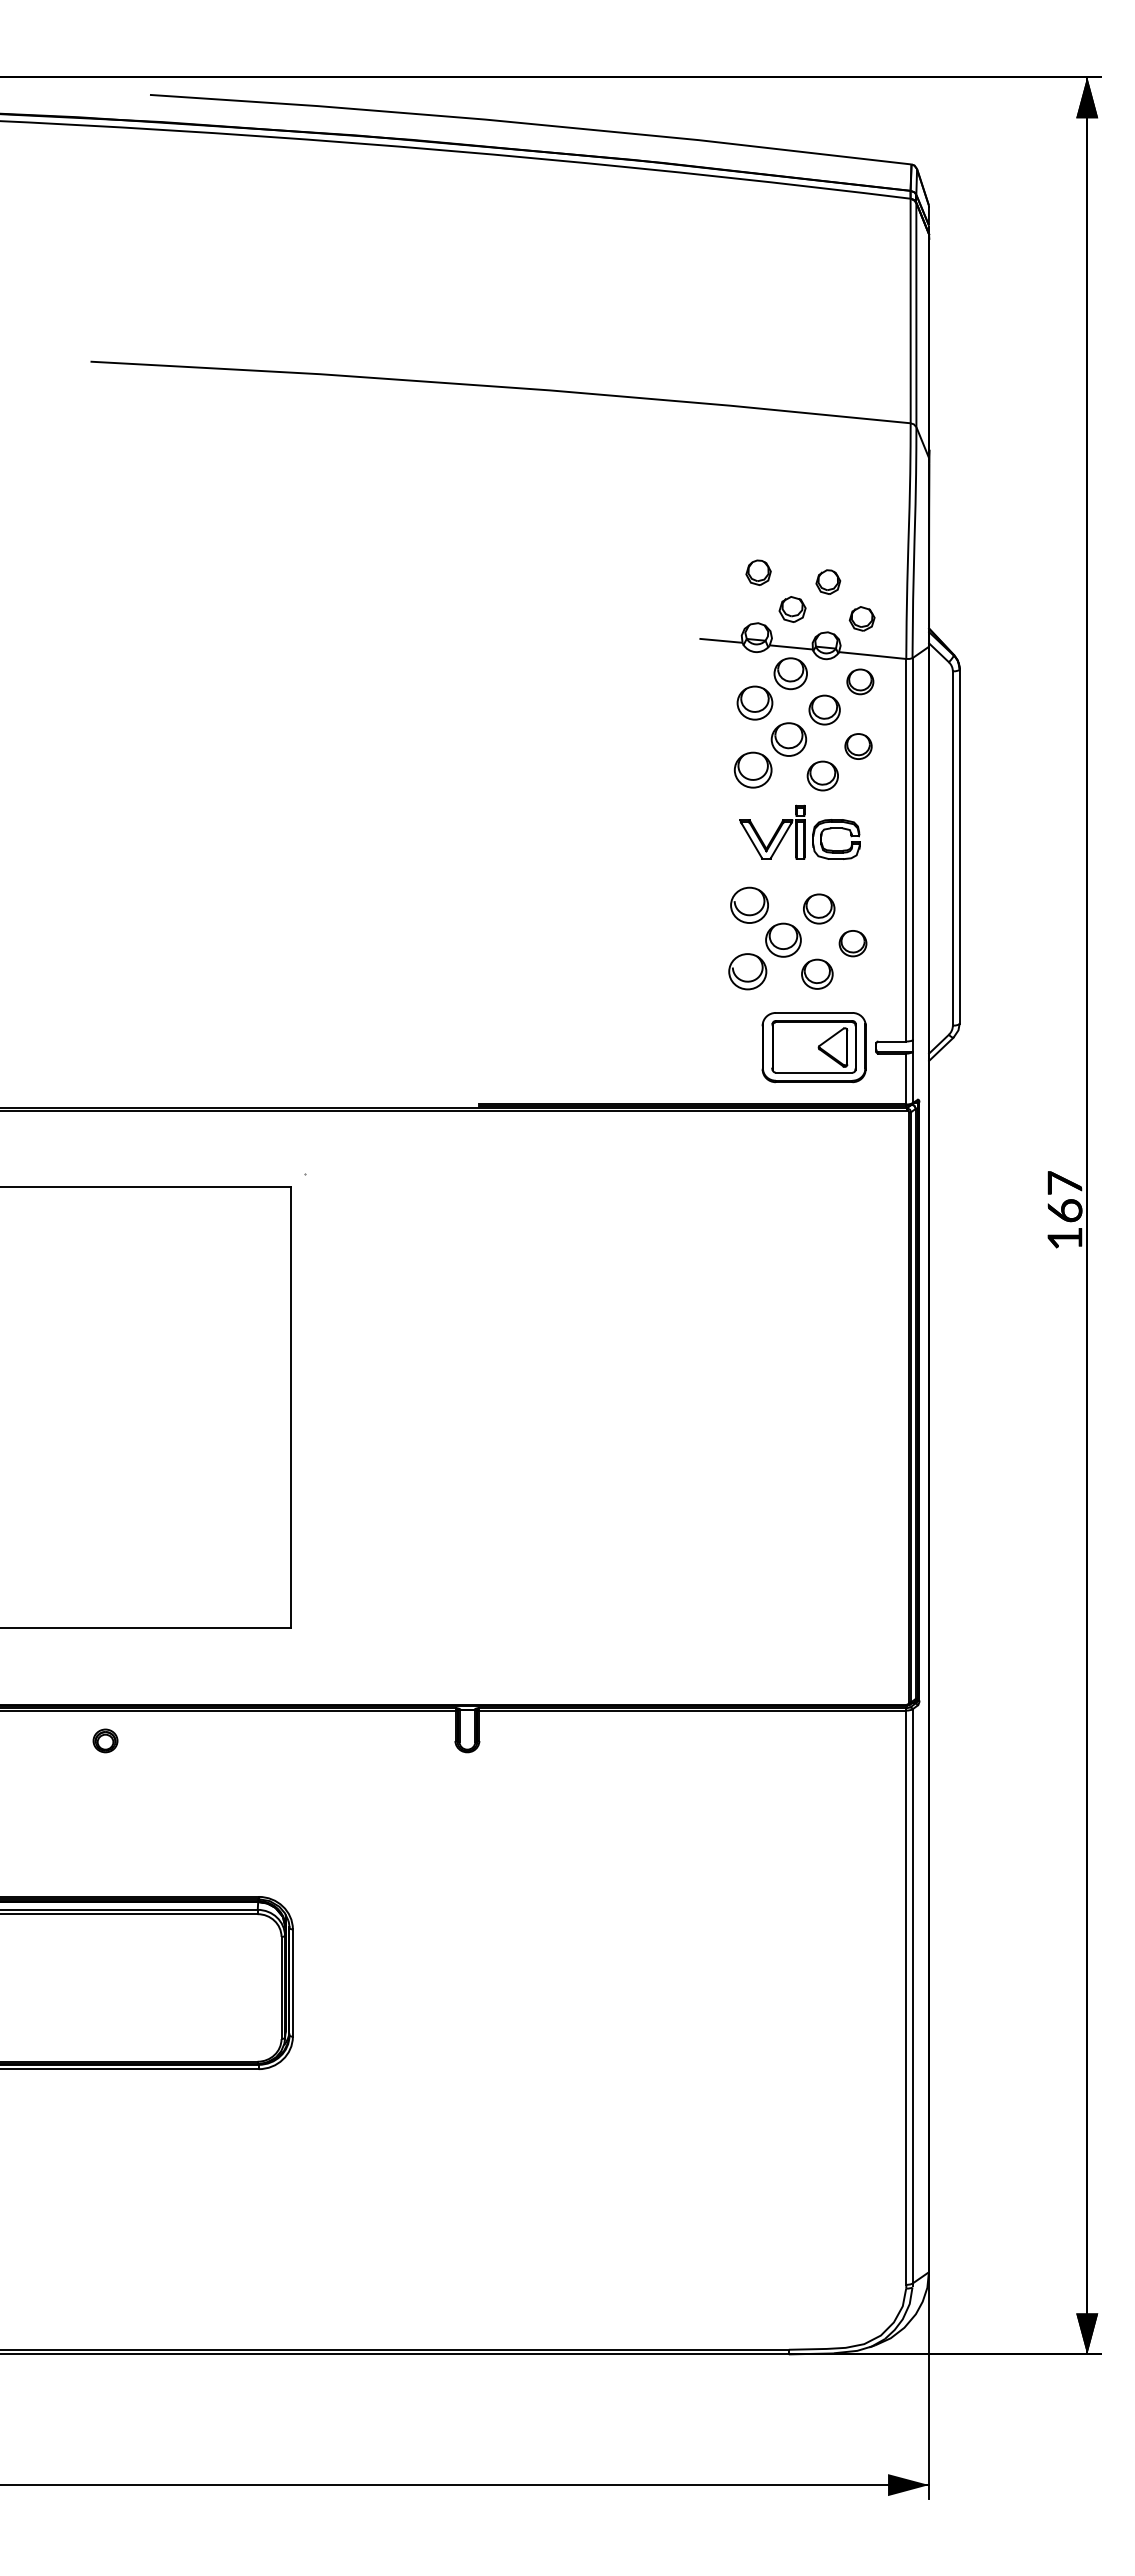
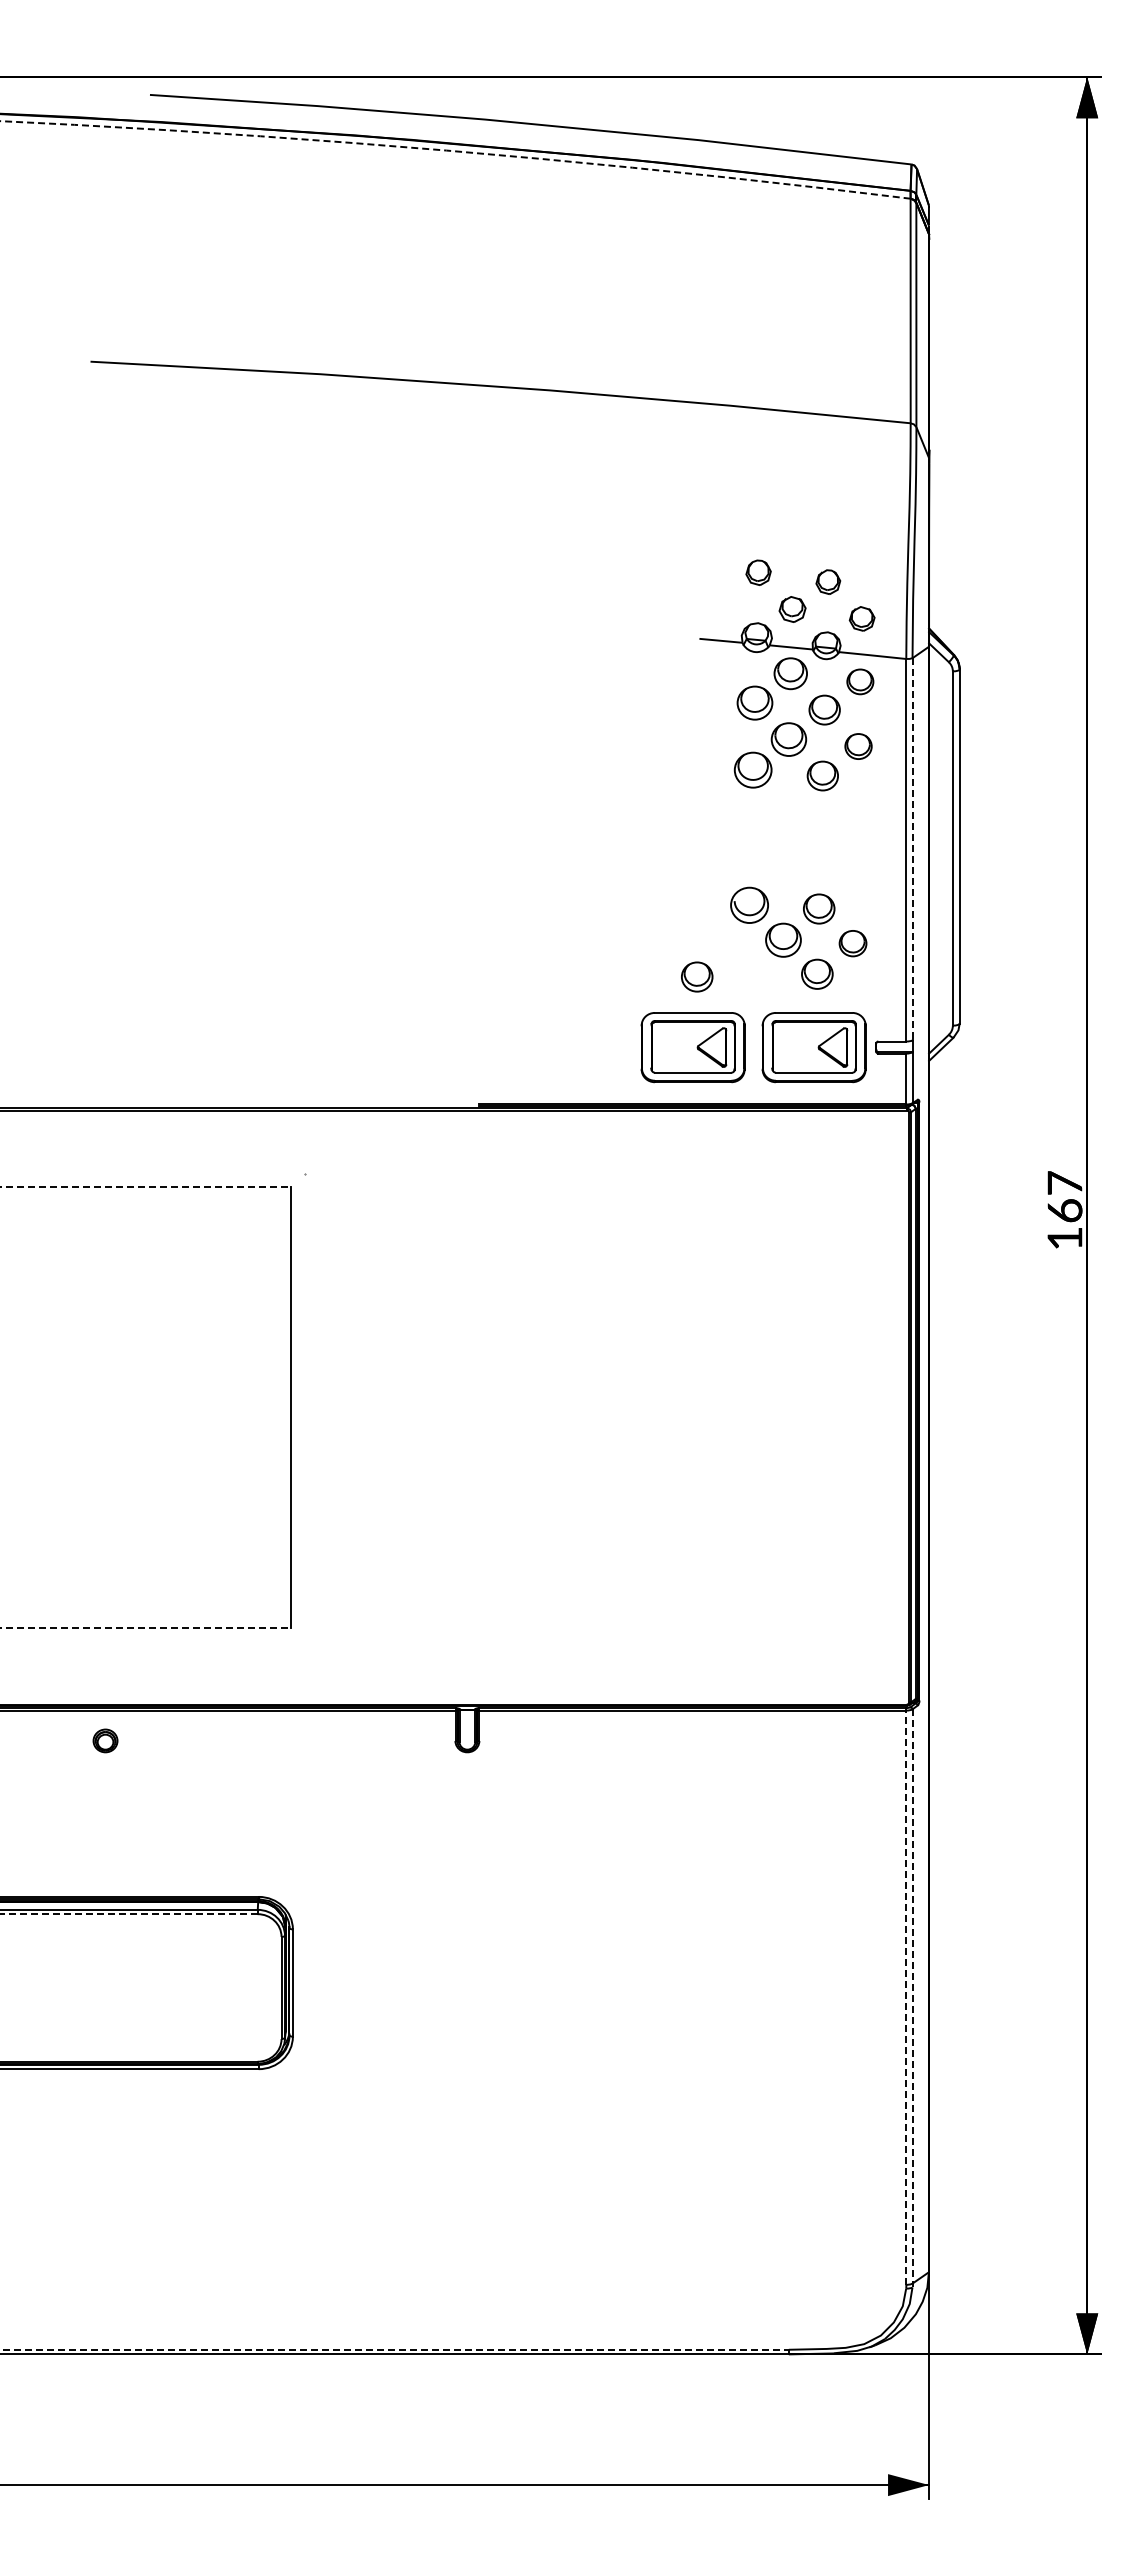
arc at (455, 151): solid -> dashed
part at (799, 831): present -> none
line at (912, 849): solid -> dashed
part at (747, 971): present -> none
part at (697, 976): none -> present
part at (692, 1047): none -> present
line at (146, 1187): solid -> dashed
line at (146, 1627): solid -> dashed
line at (128, 1914): solid -> dashed
line at (906, 1997): solid -> dashed
line at (912, 1997): solid -> dashed
line at (394, 2349): solid -> dashed
